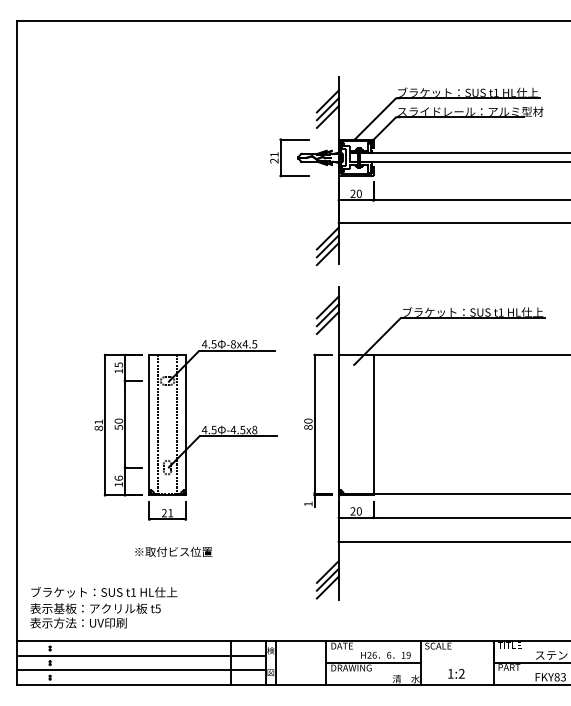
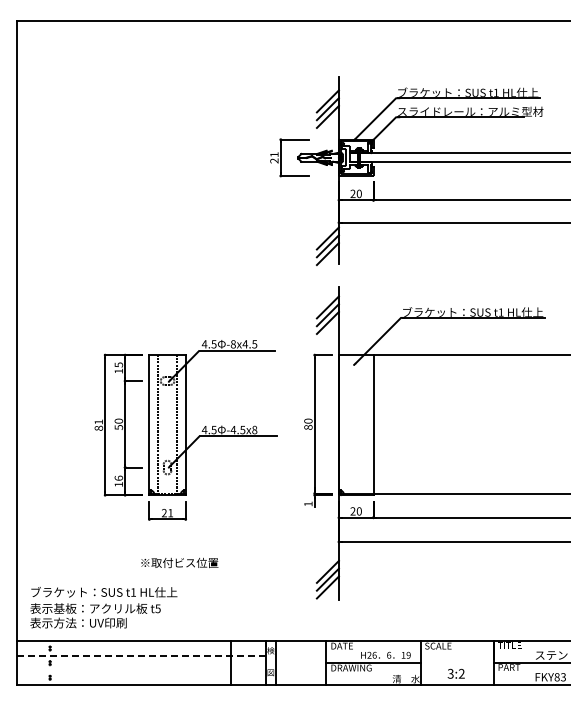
text at (173, 551) position: (173, 551) -> (179, 562)
line at (141, 655): solid -> dashed
line at (141, 670): present -> none
text at (450, 673): 1:2 -> 3:2
